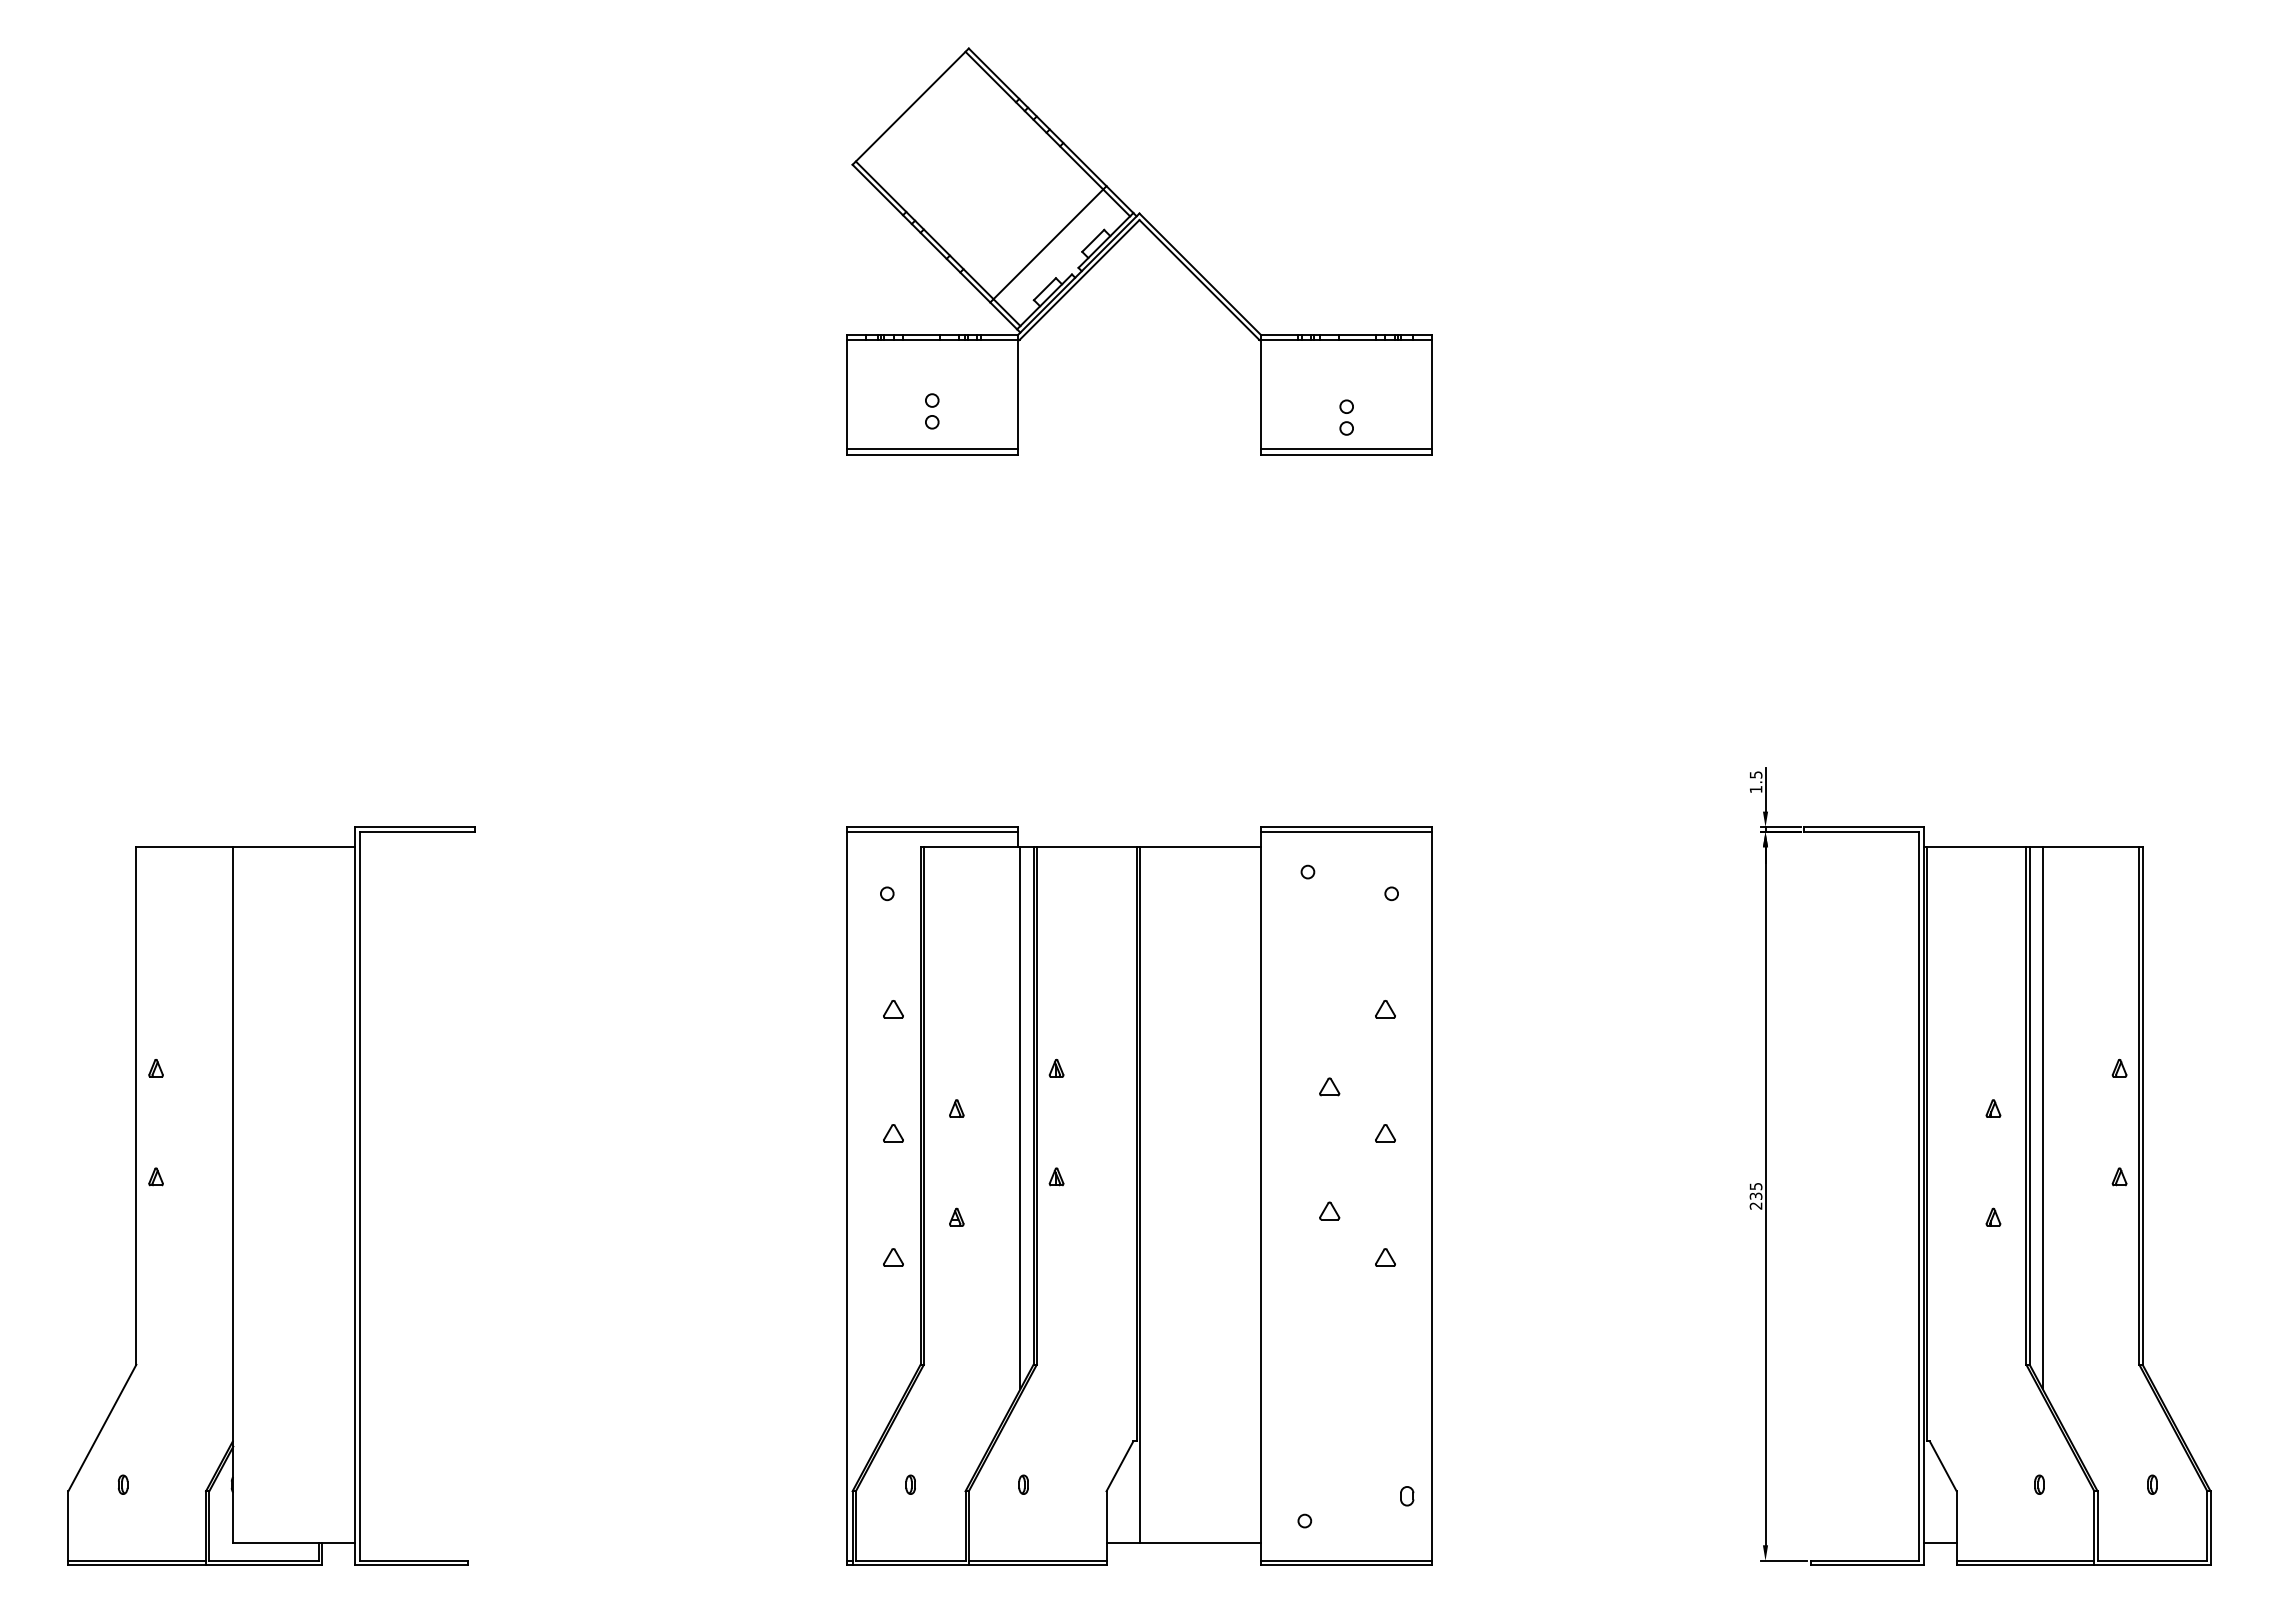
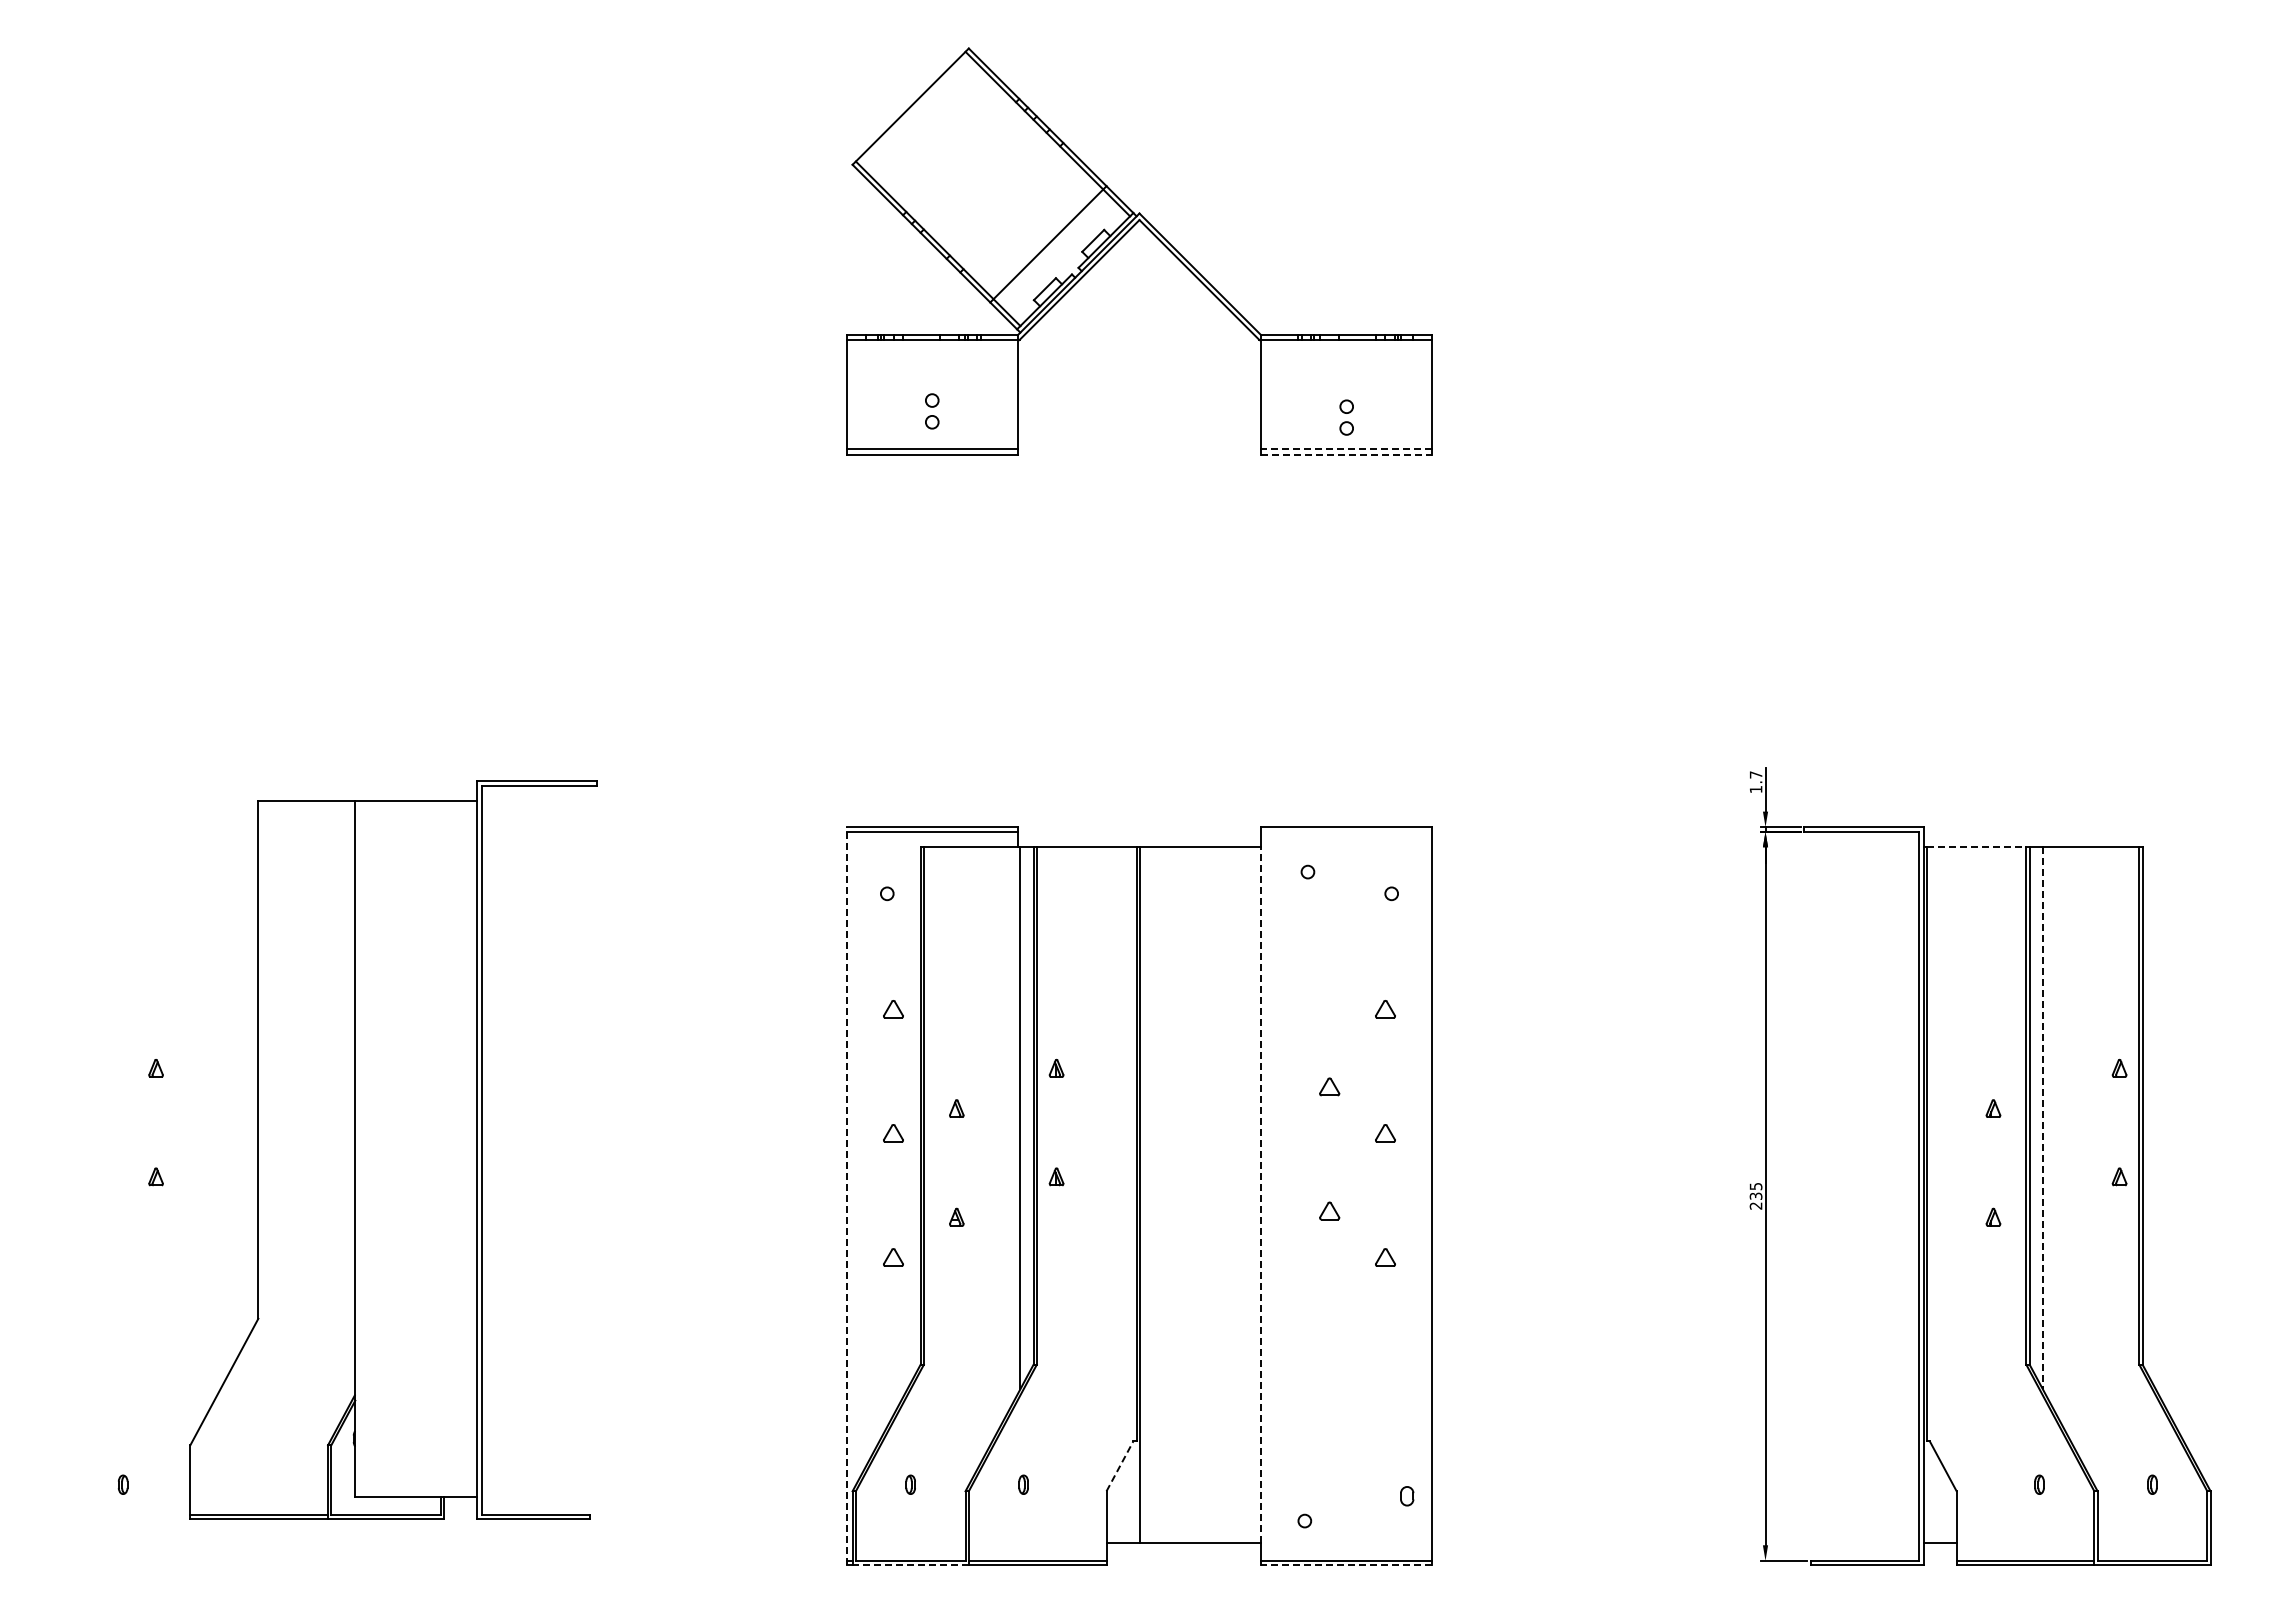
line at (1346, 448): solid -> dashed
line at (1347, 454): solid -> dashed
text at (1756, 774): 1.5 -> 1.7
line at (1346, 831): present -> none
line at (1976, 847): solid -> dashed
line at (2042, 1118): solid -> dashed
part at (271, 1195) position: (271, 1195) -> (393, 1149)
line at (846, 1195): solid -> dashed
line at (1261, 1195): solid -> dashed
line at (1120, 1465): solid -> dashed
line at (910, 1565): solid -> dashed
line at (1346, 1565): solid -> dashed
